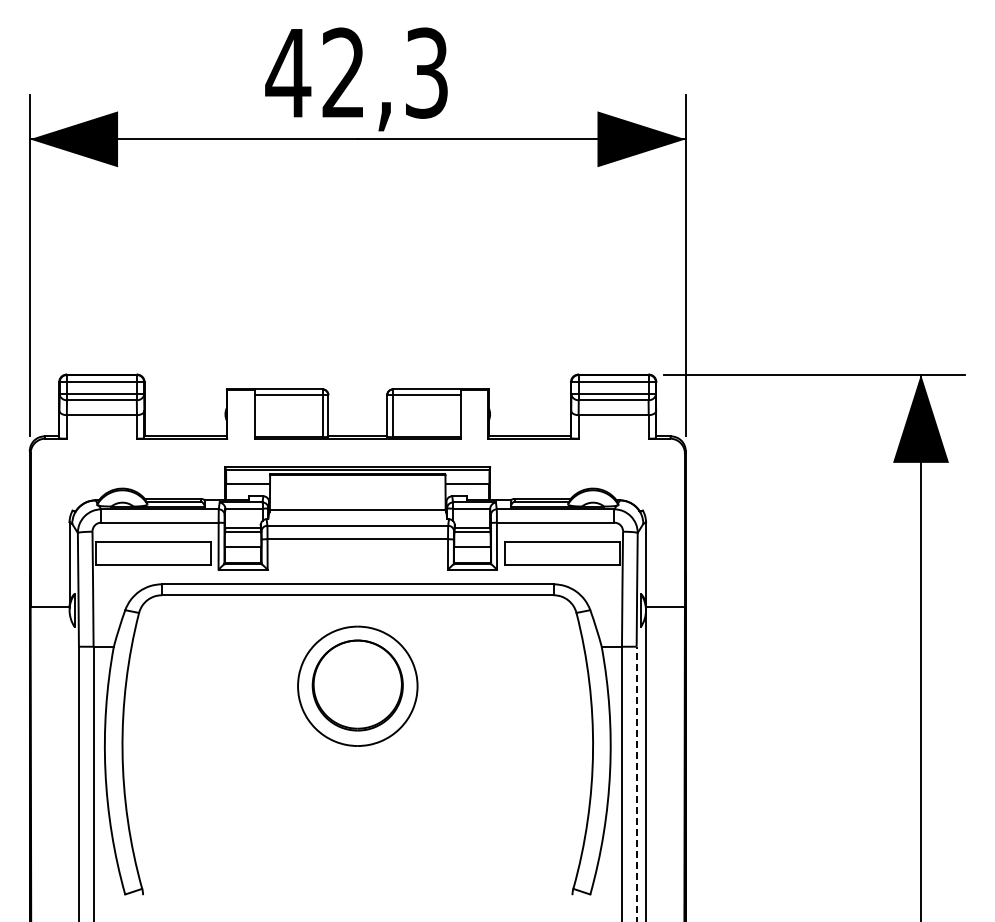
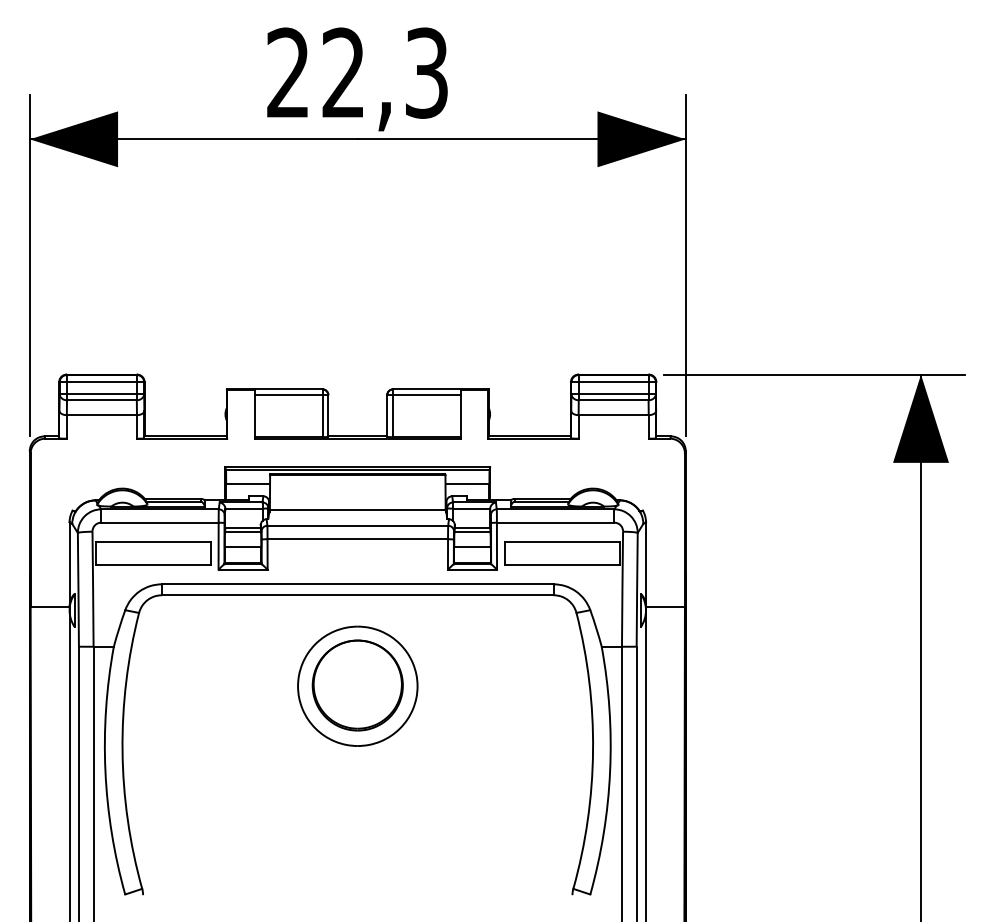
text at (288, 72): 42,3 -> 22,3
line at (69, 764): none -> present
line at (636, 784): dashed -> solid
